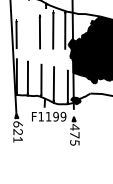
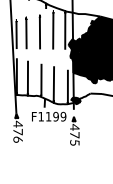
line at (26, 32): none -> present
text at (17, 131): 621 -> 476
